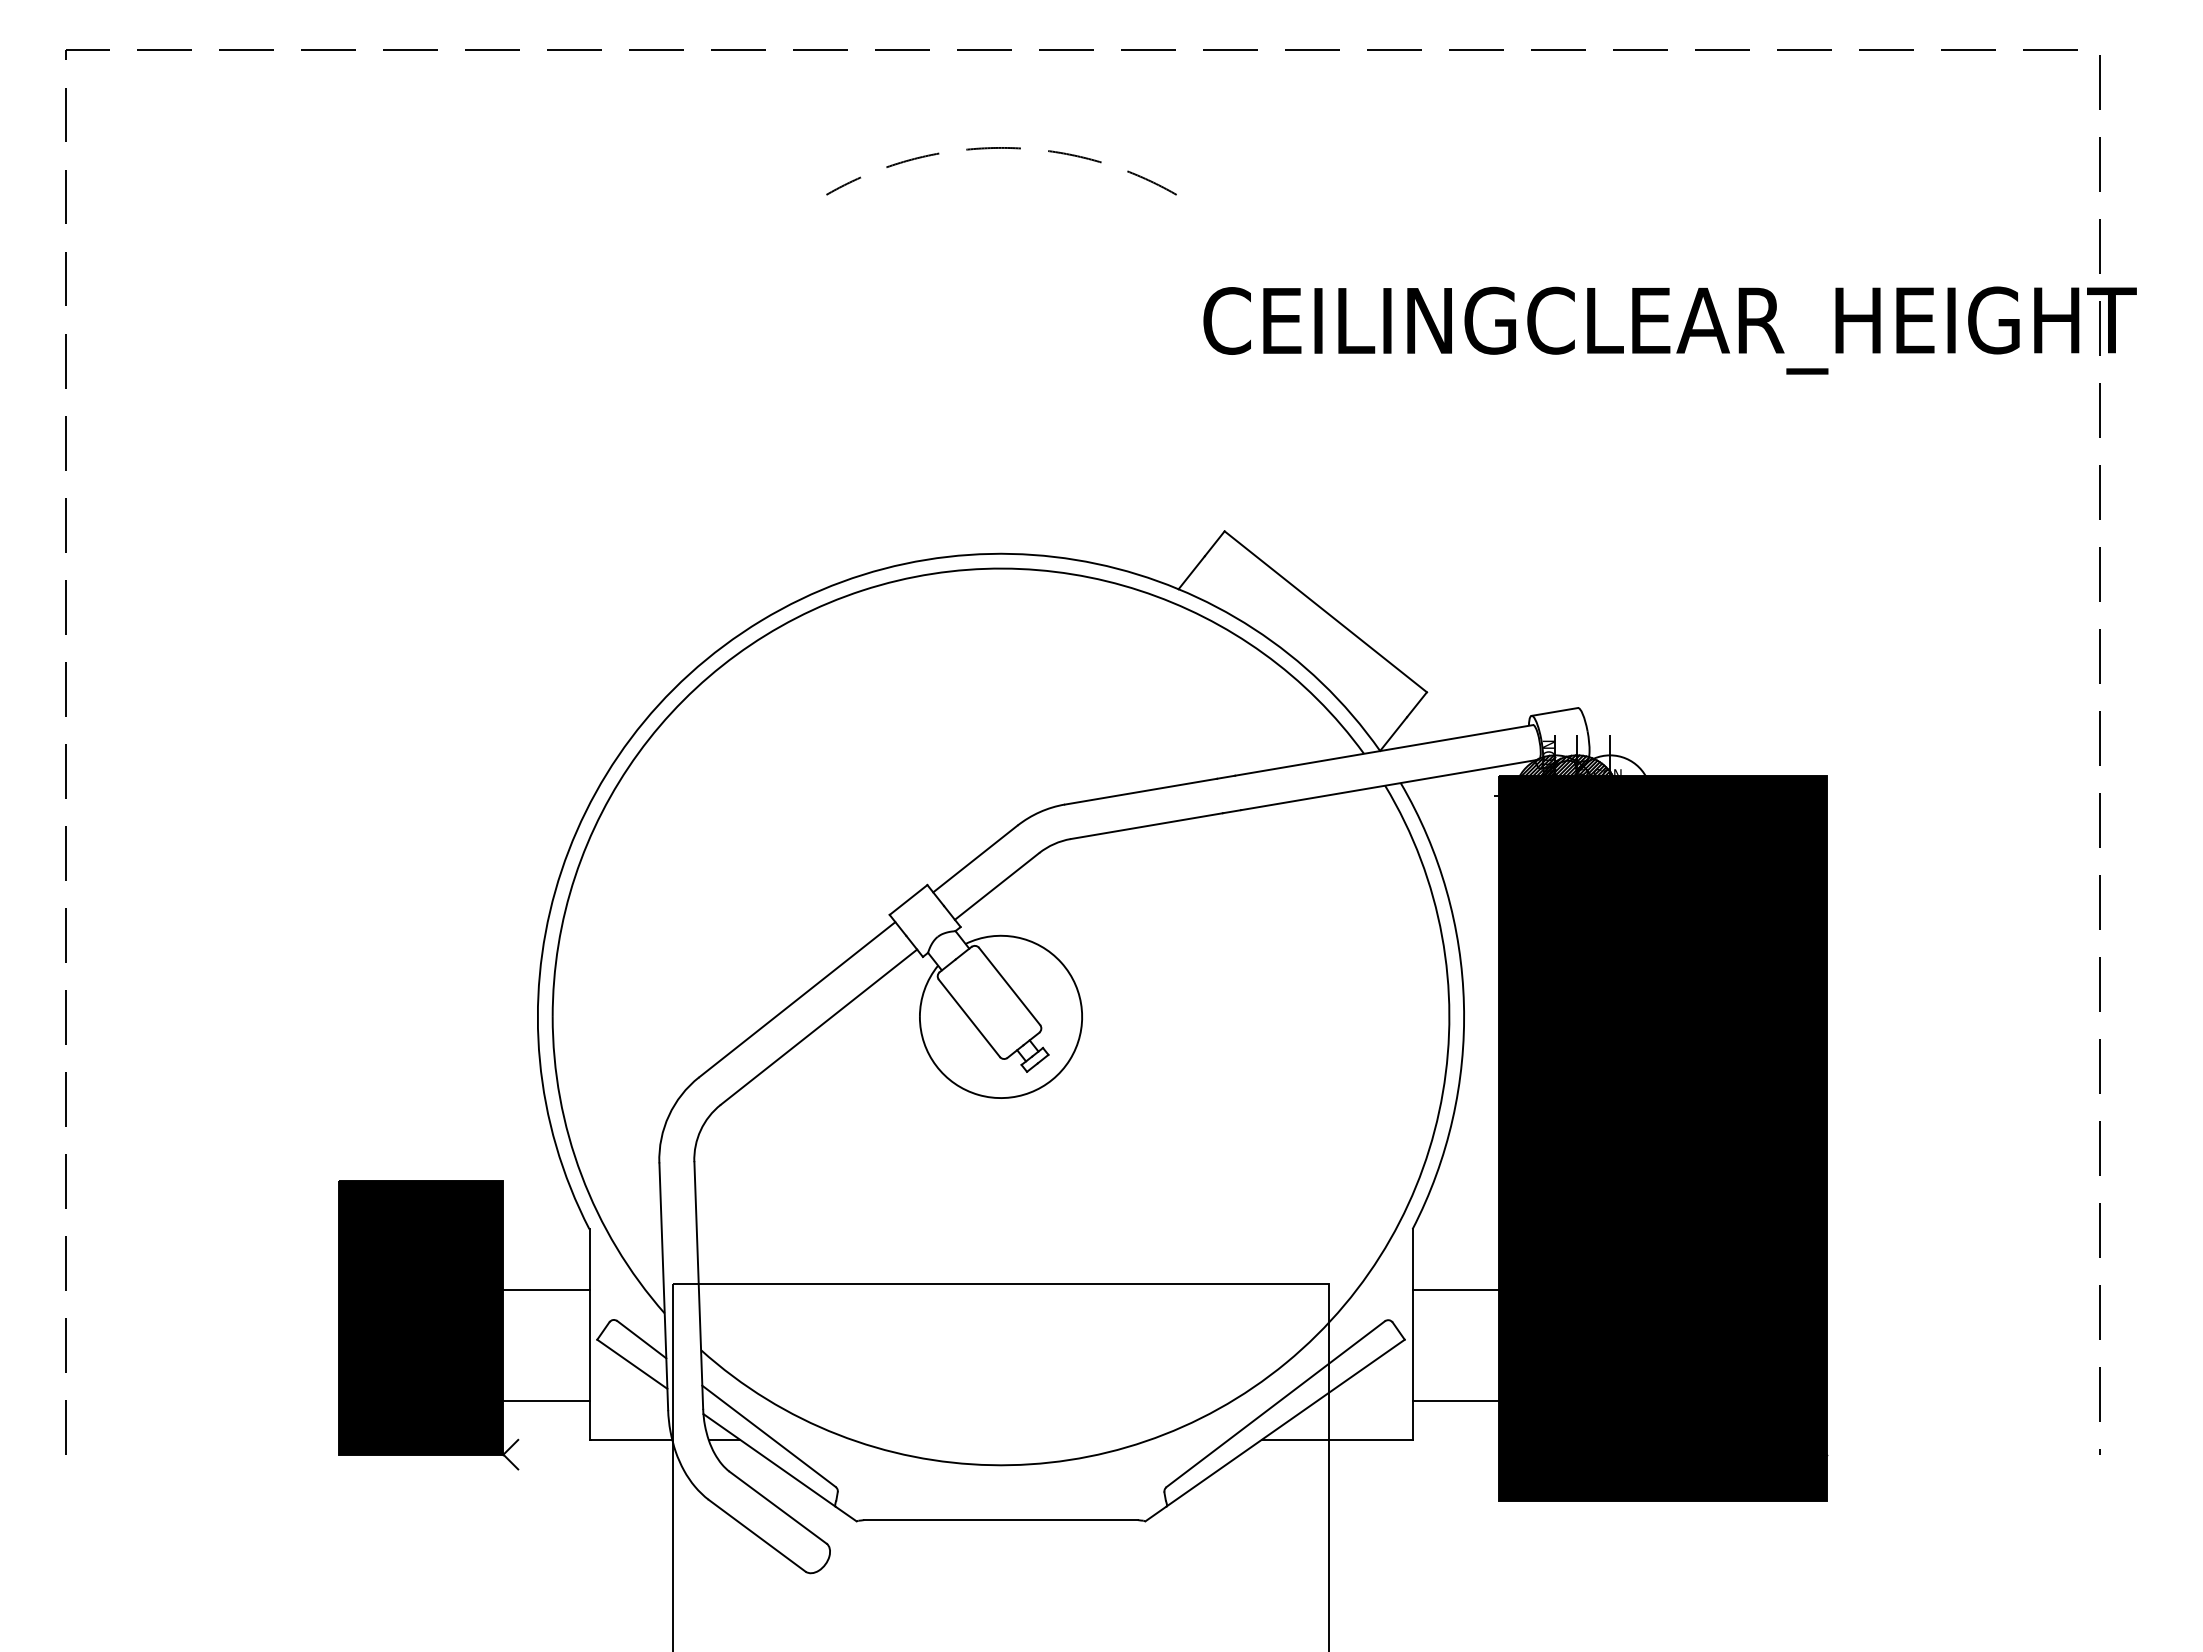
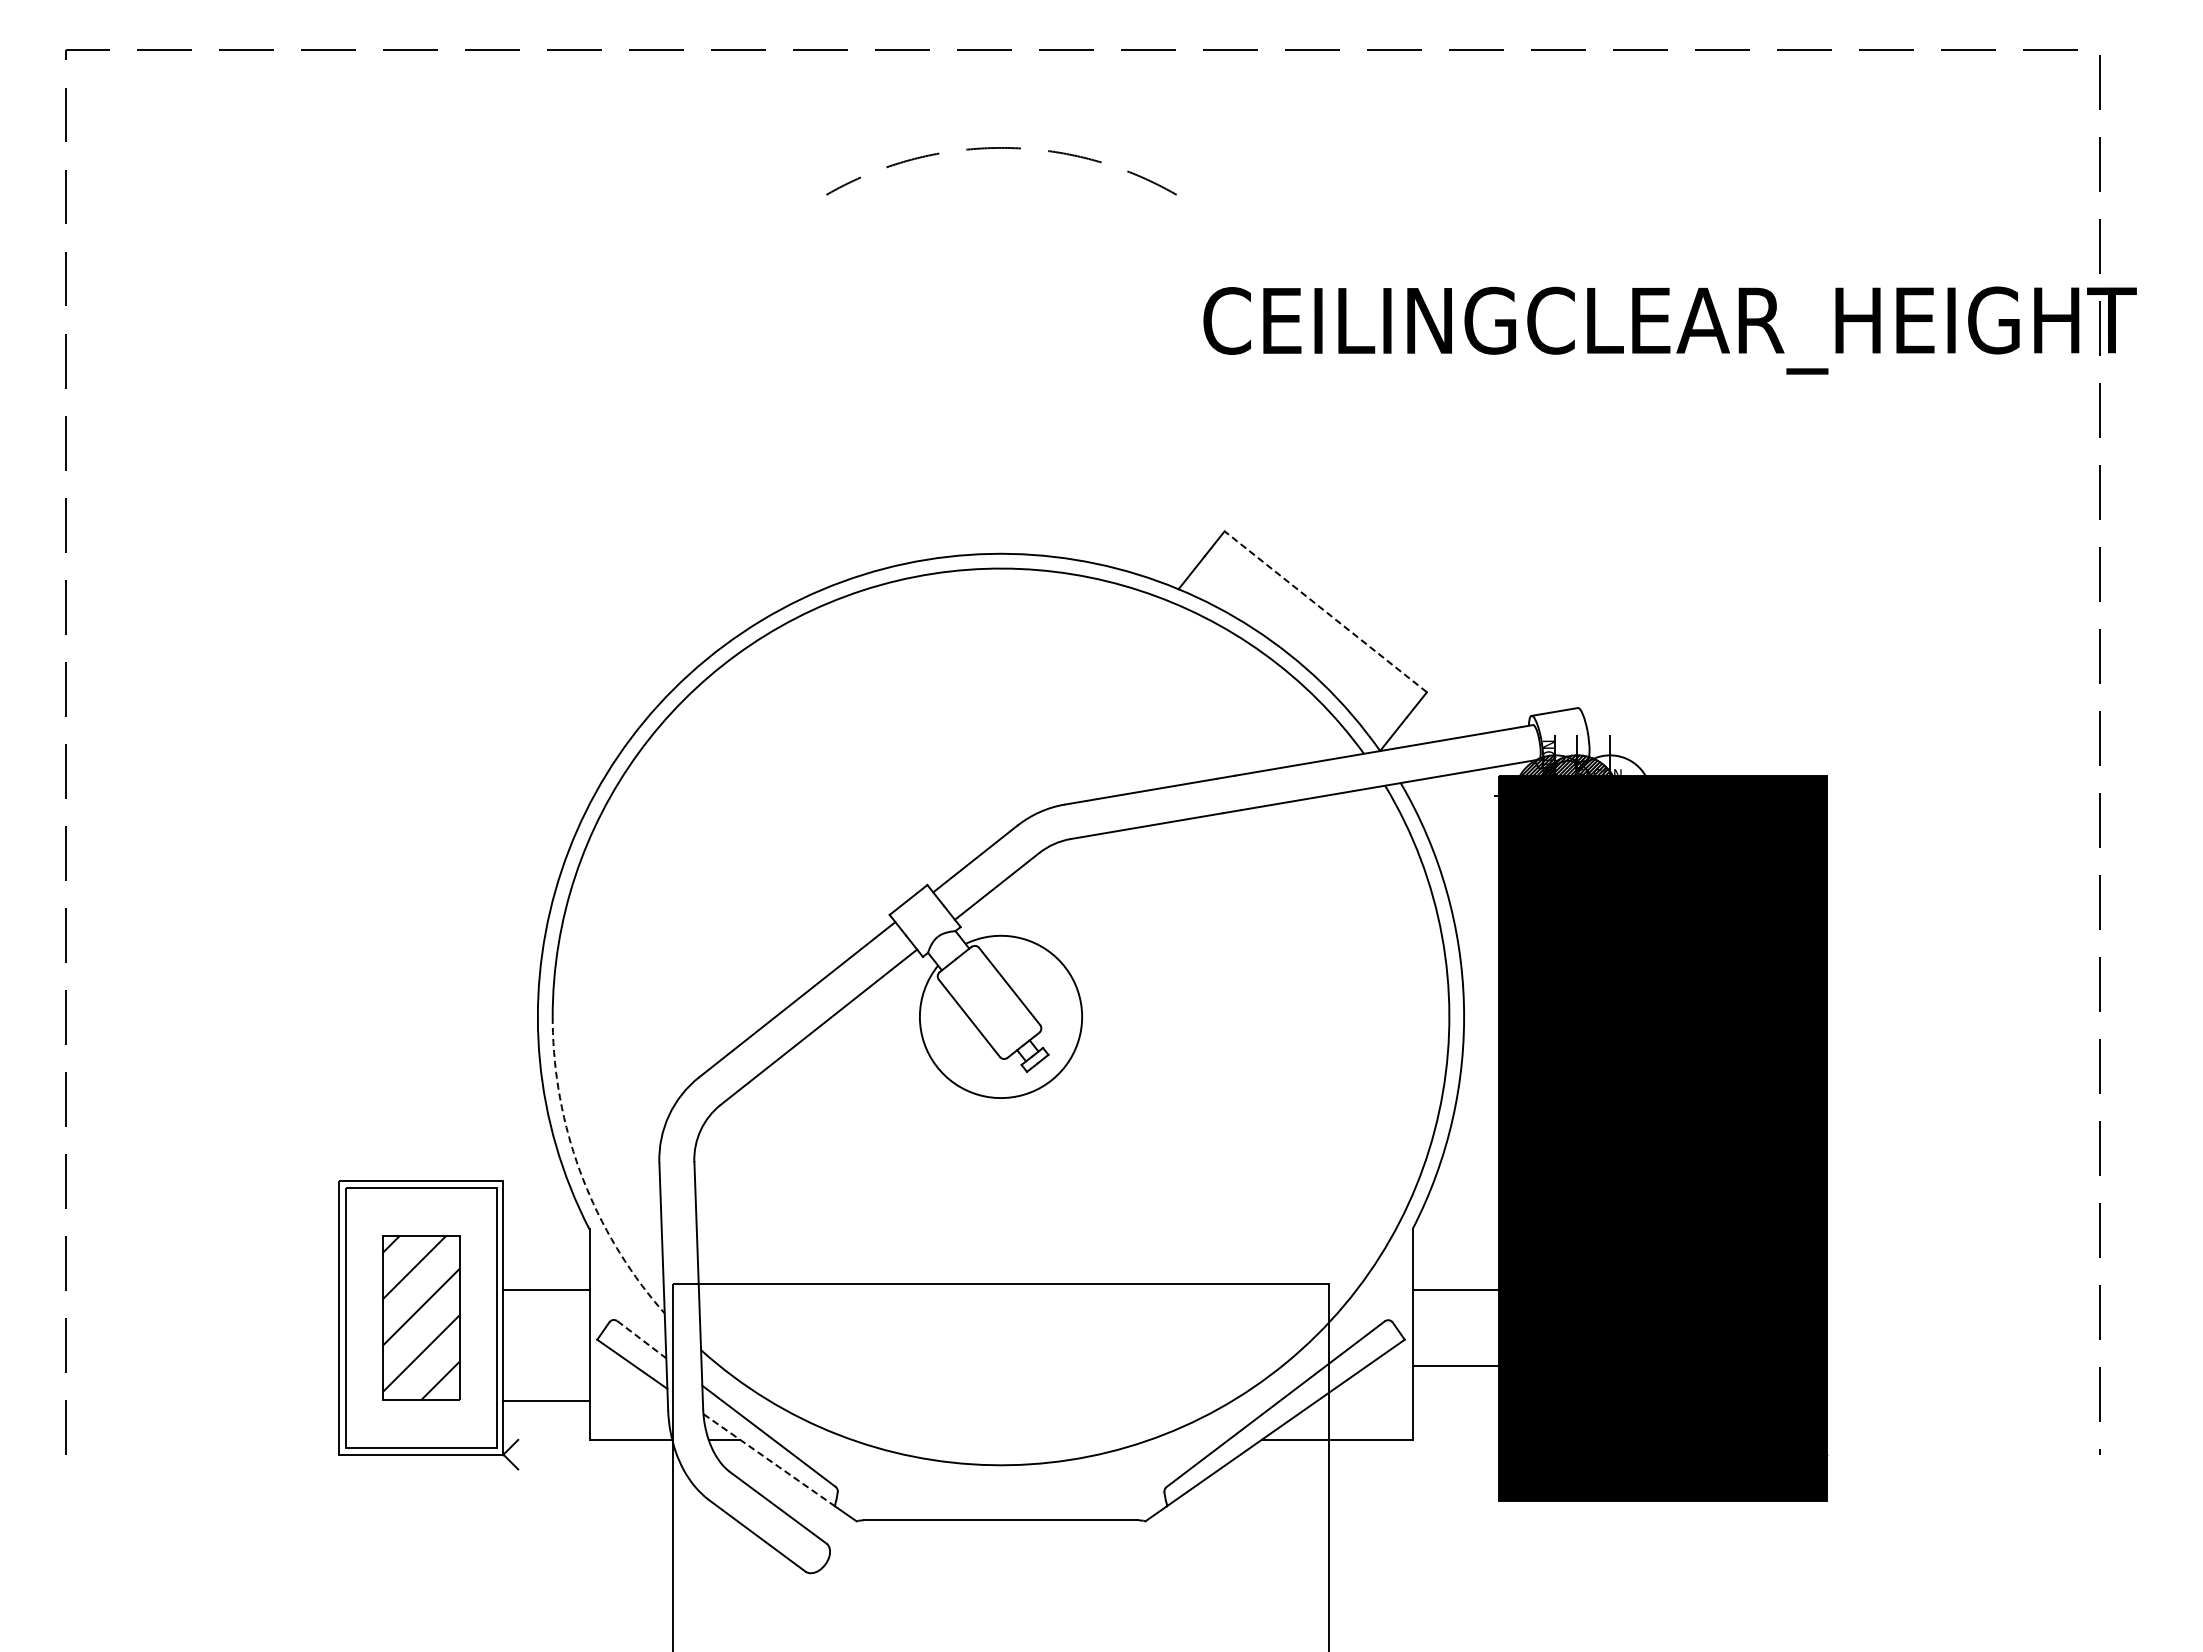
line at (1325, 611): solid -> dashed
arc at (581, 1175): solid -> dashed
fill at (421, 1317): present -> none
line at (641, 1339): solid -> dashed
line at (1455, 1400) position: (1455, 1400) -> (1455, 1365)
line at (769, 1460): solid -> dashed
